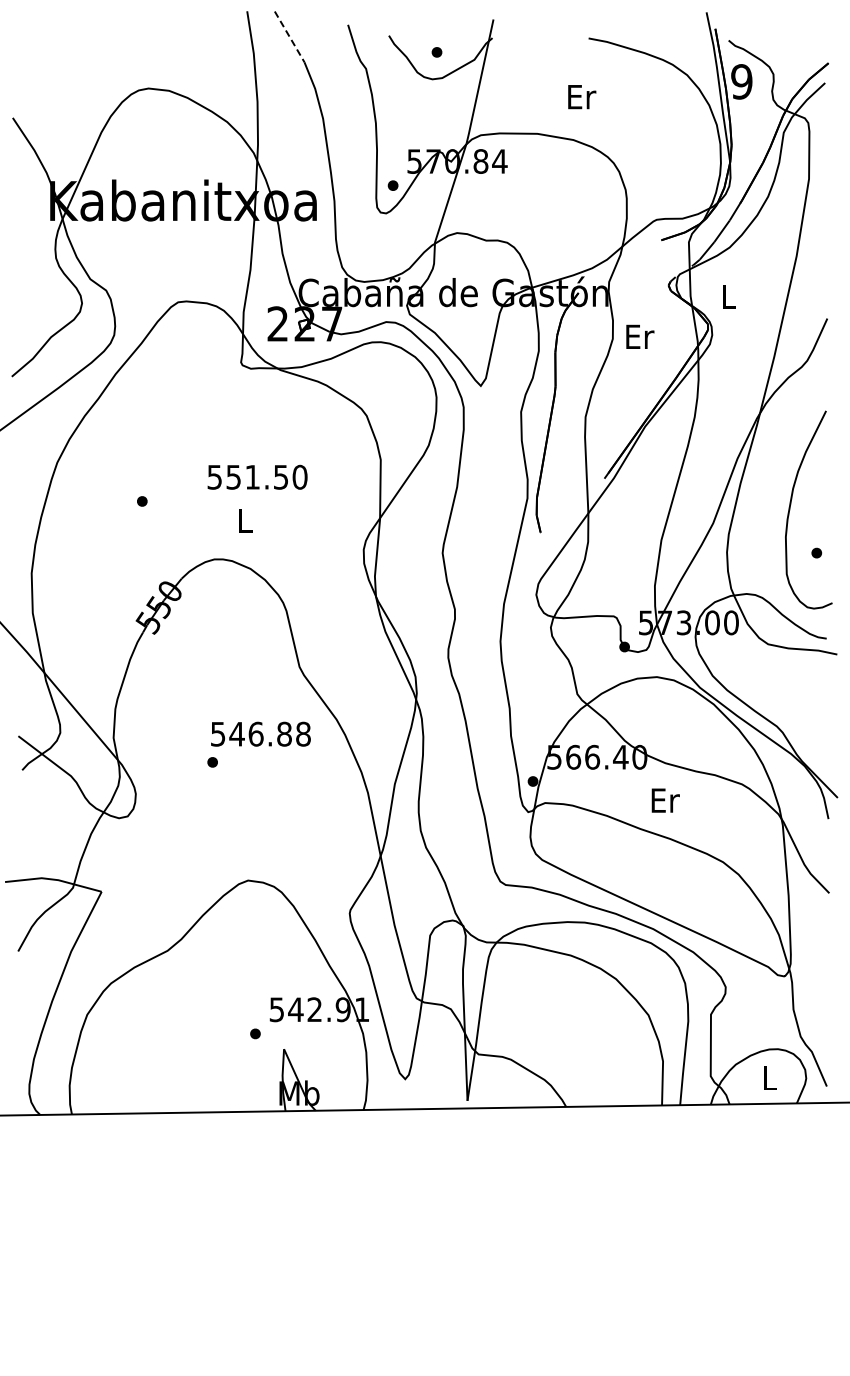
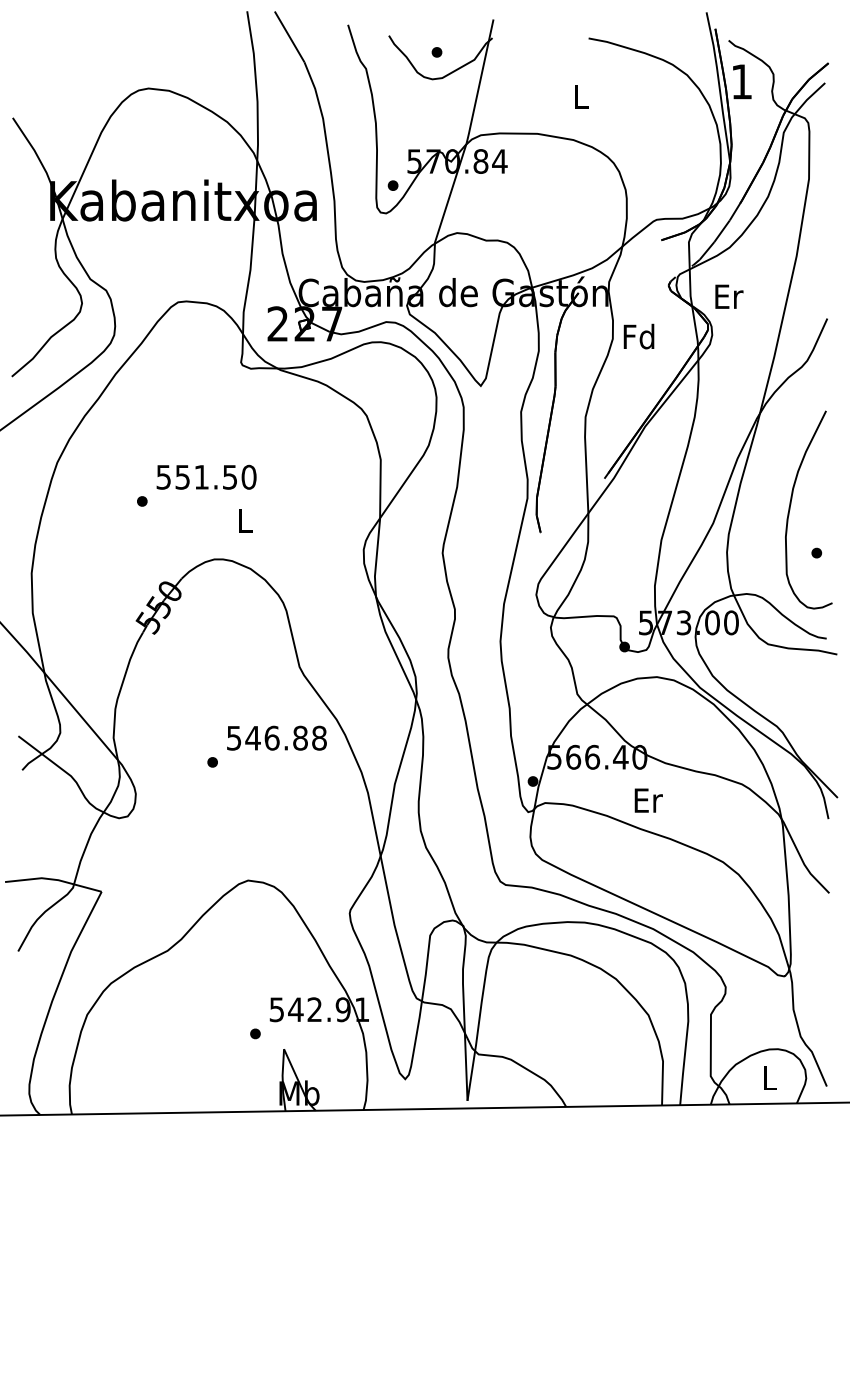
line at (289, 37): dashed -> solid
text at (741, 81): 9 -> 1
text at (582, 97): Er -> L
text at (729, 296): L -> Er
text at (638, 336): Er -> Fd
text at (257, 476) position: (257, 476) -> (206, 476)
text at (260, 733) position: (260, 733) -> (276, 737)
text at (665, 800) position: (665, 800) -> (648, 800)
